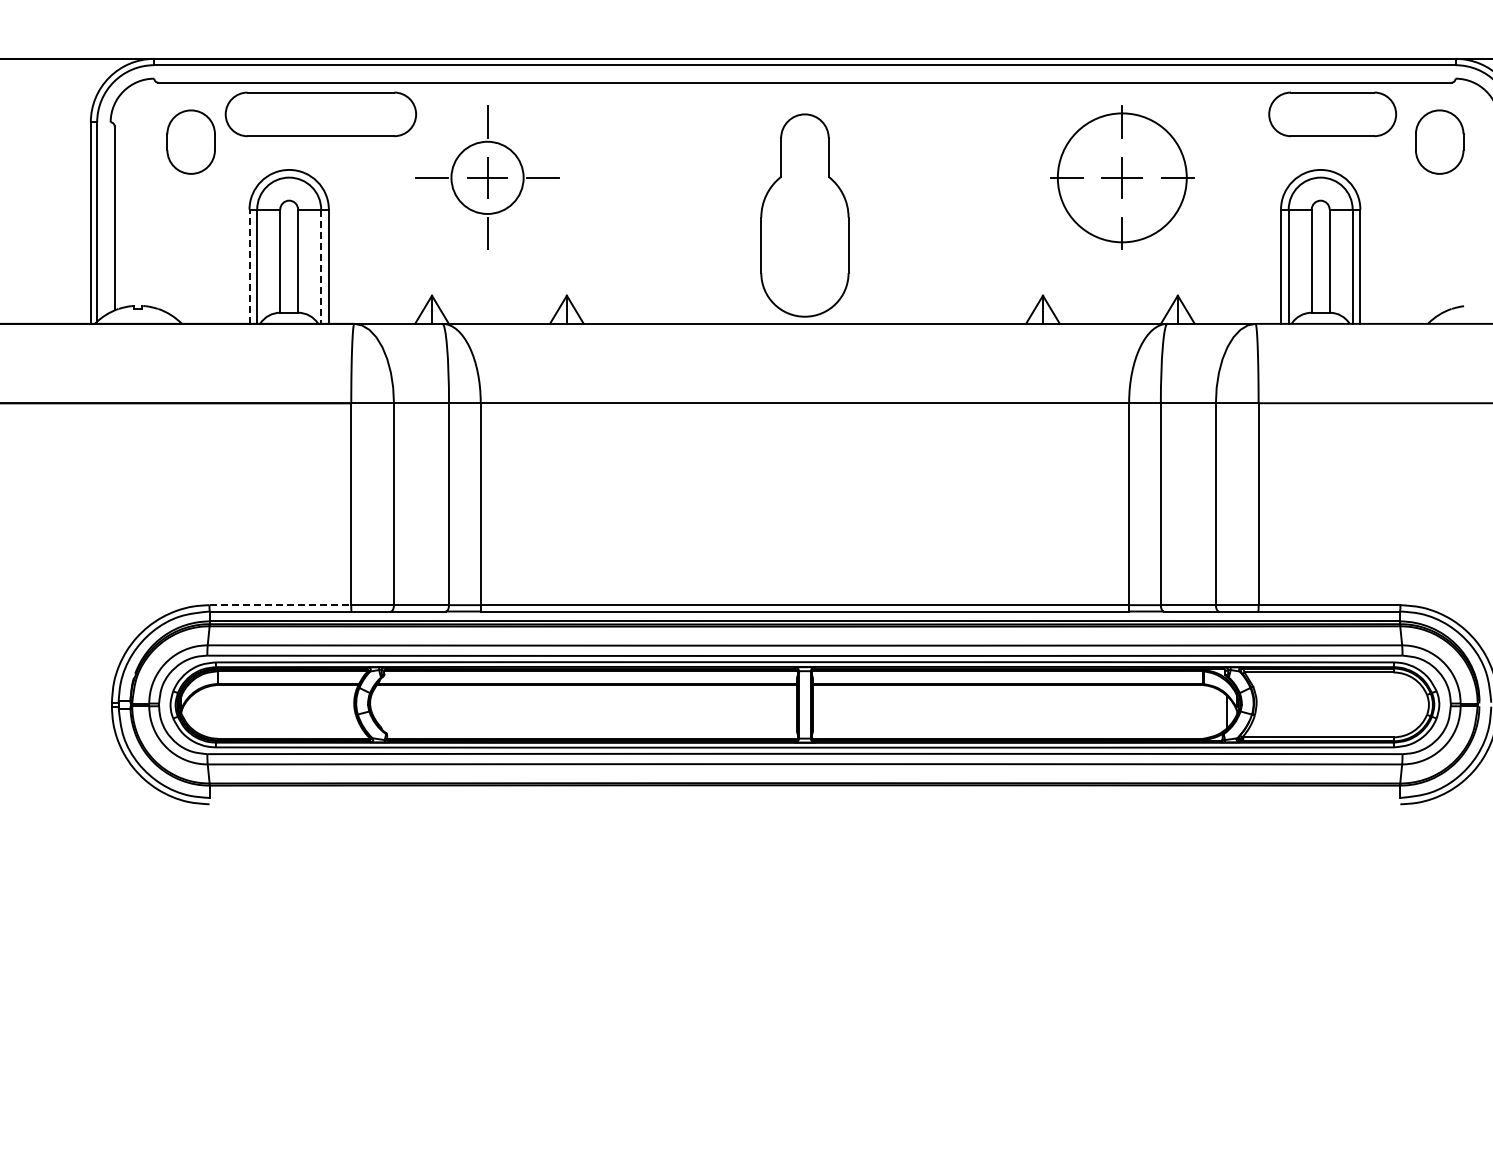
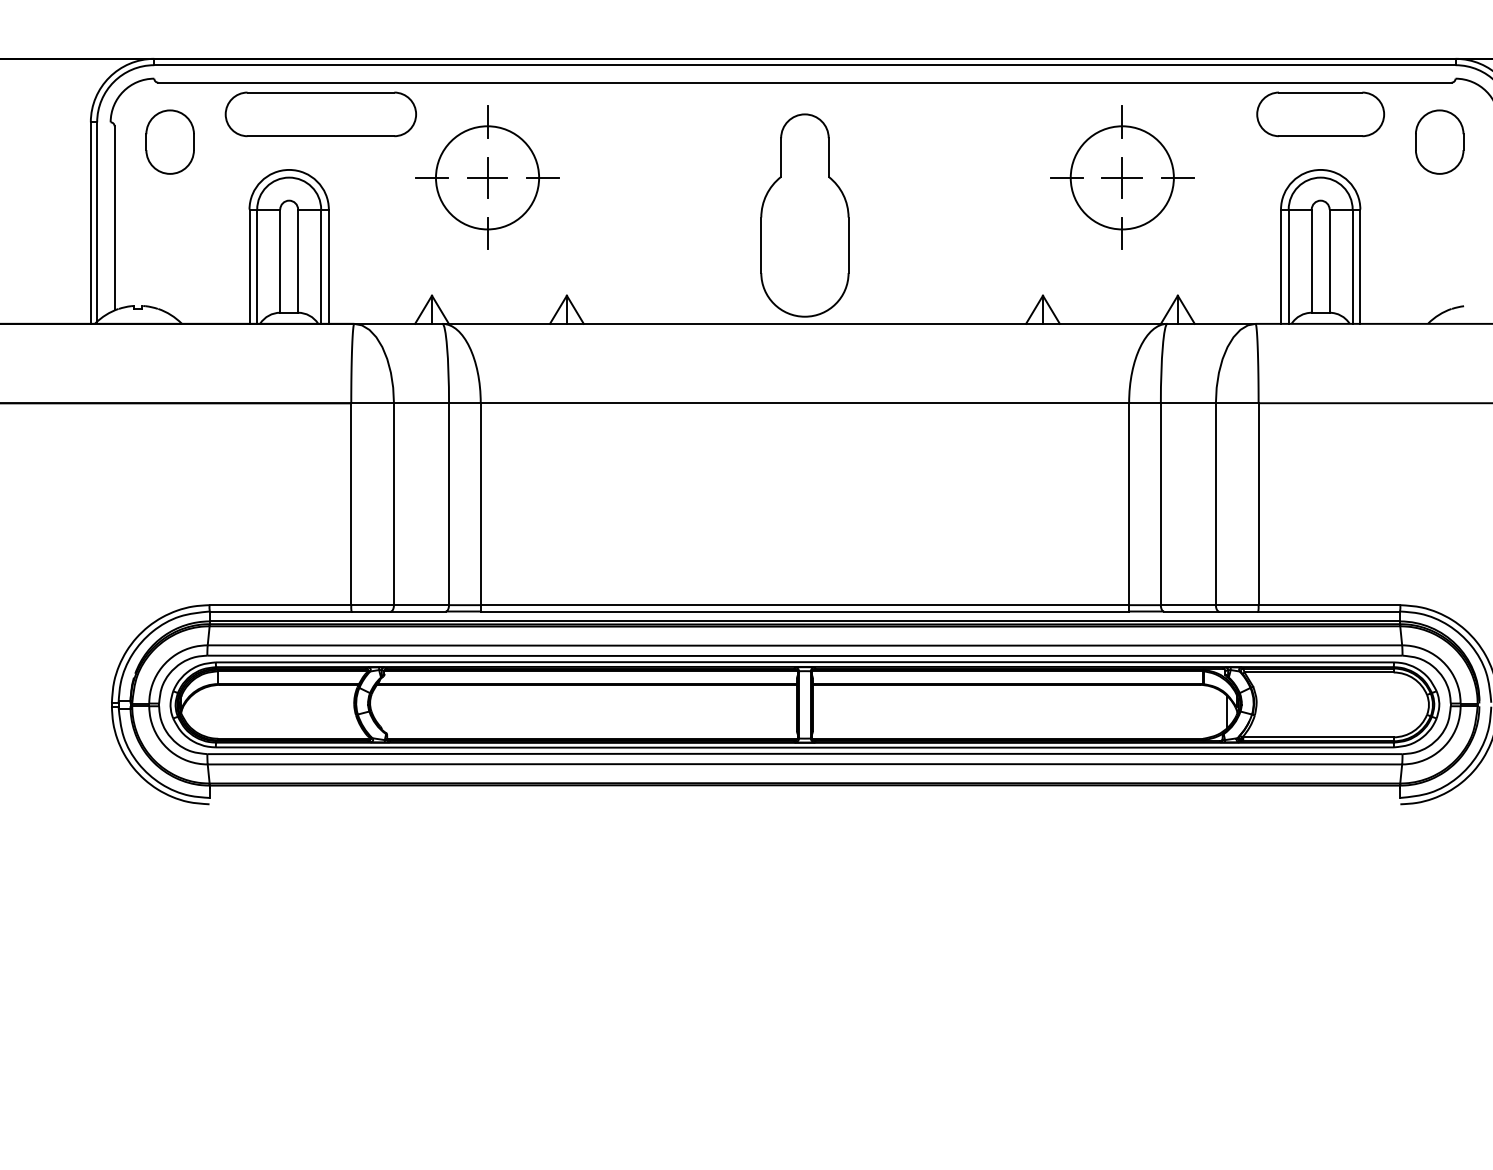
part at (1332, 114) position: (1332, 114) -> (1320, 114)
part at (190, 141) position: (190, 141) -> (169, 141)
circle at (487, 177) diameter: 72 px -> 103 px
circle at (1121, 177) diameter: 129 px -> 103 px
line at (249, 266): dashed -> solid
line at (321, 267): dashed -> solid
line at (280, 605): dashed -> solid
